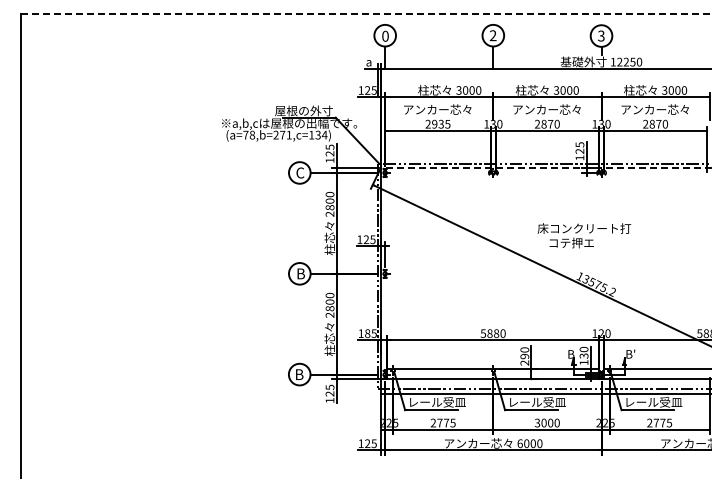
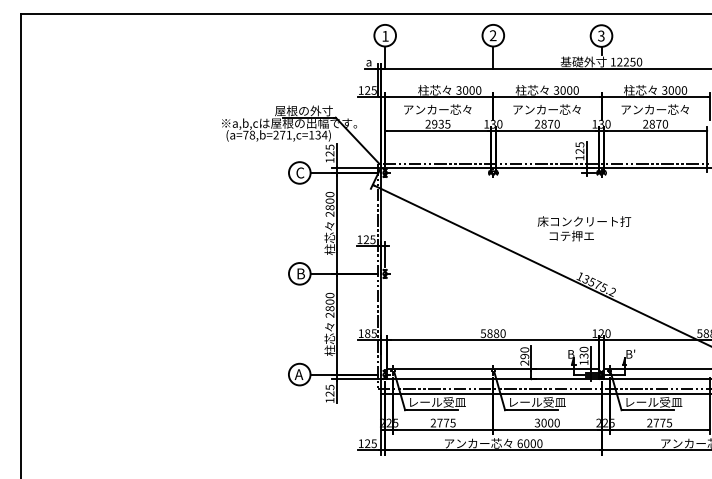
line at (367, 14): dashed -> solid
text at (385, 35): 0 -> 1
line at (545, 168): dashed -> solid
text at (584, 235) position: (584, 235) -> (584, 228)
text at (298, 374): B -> A
